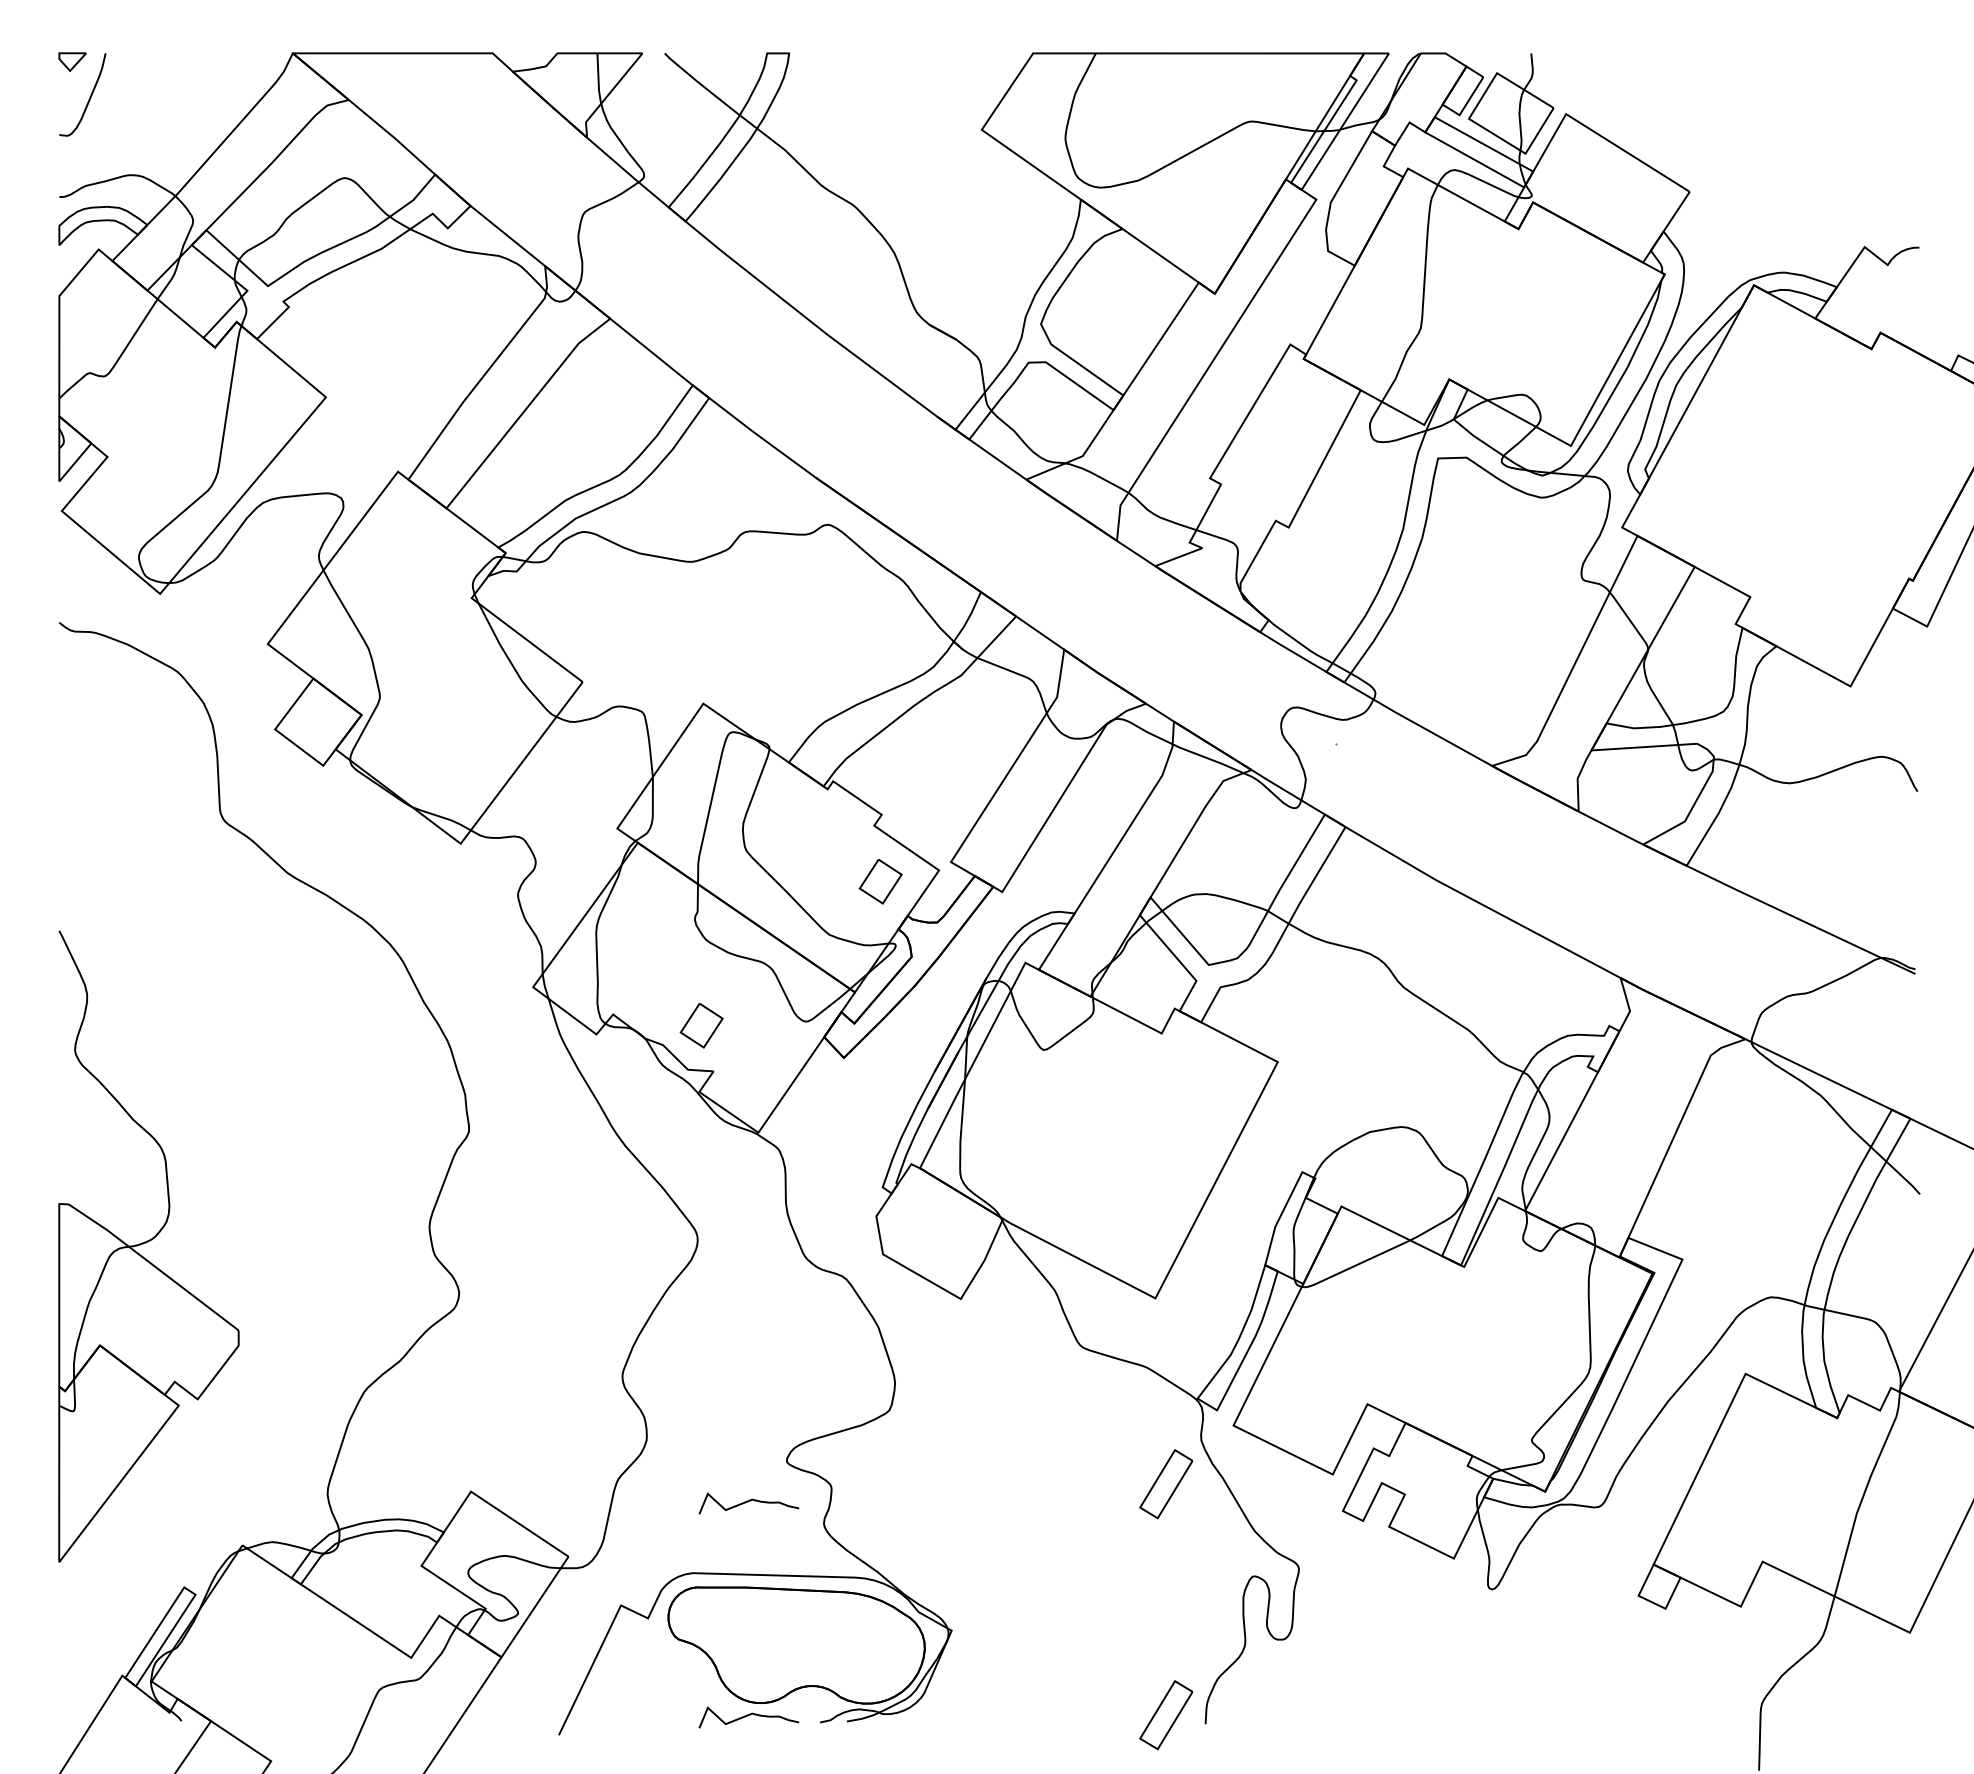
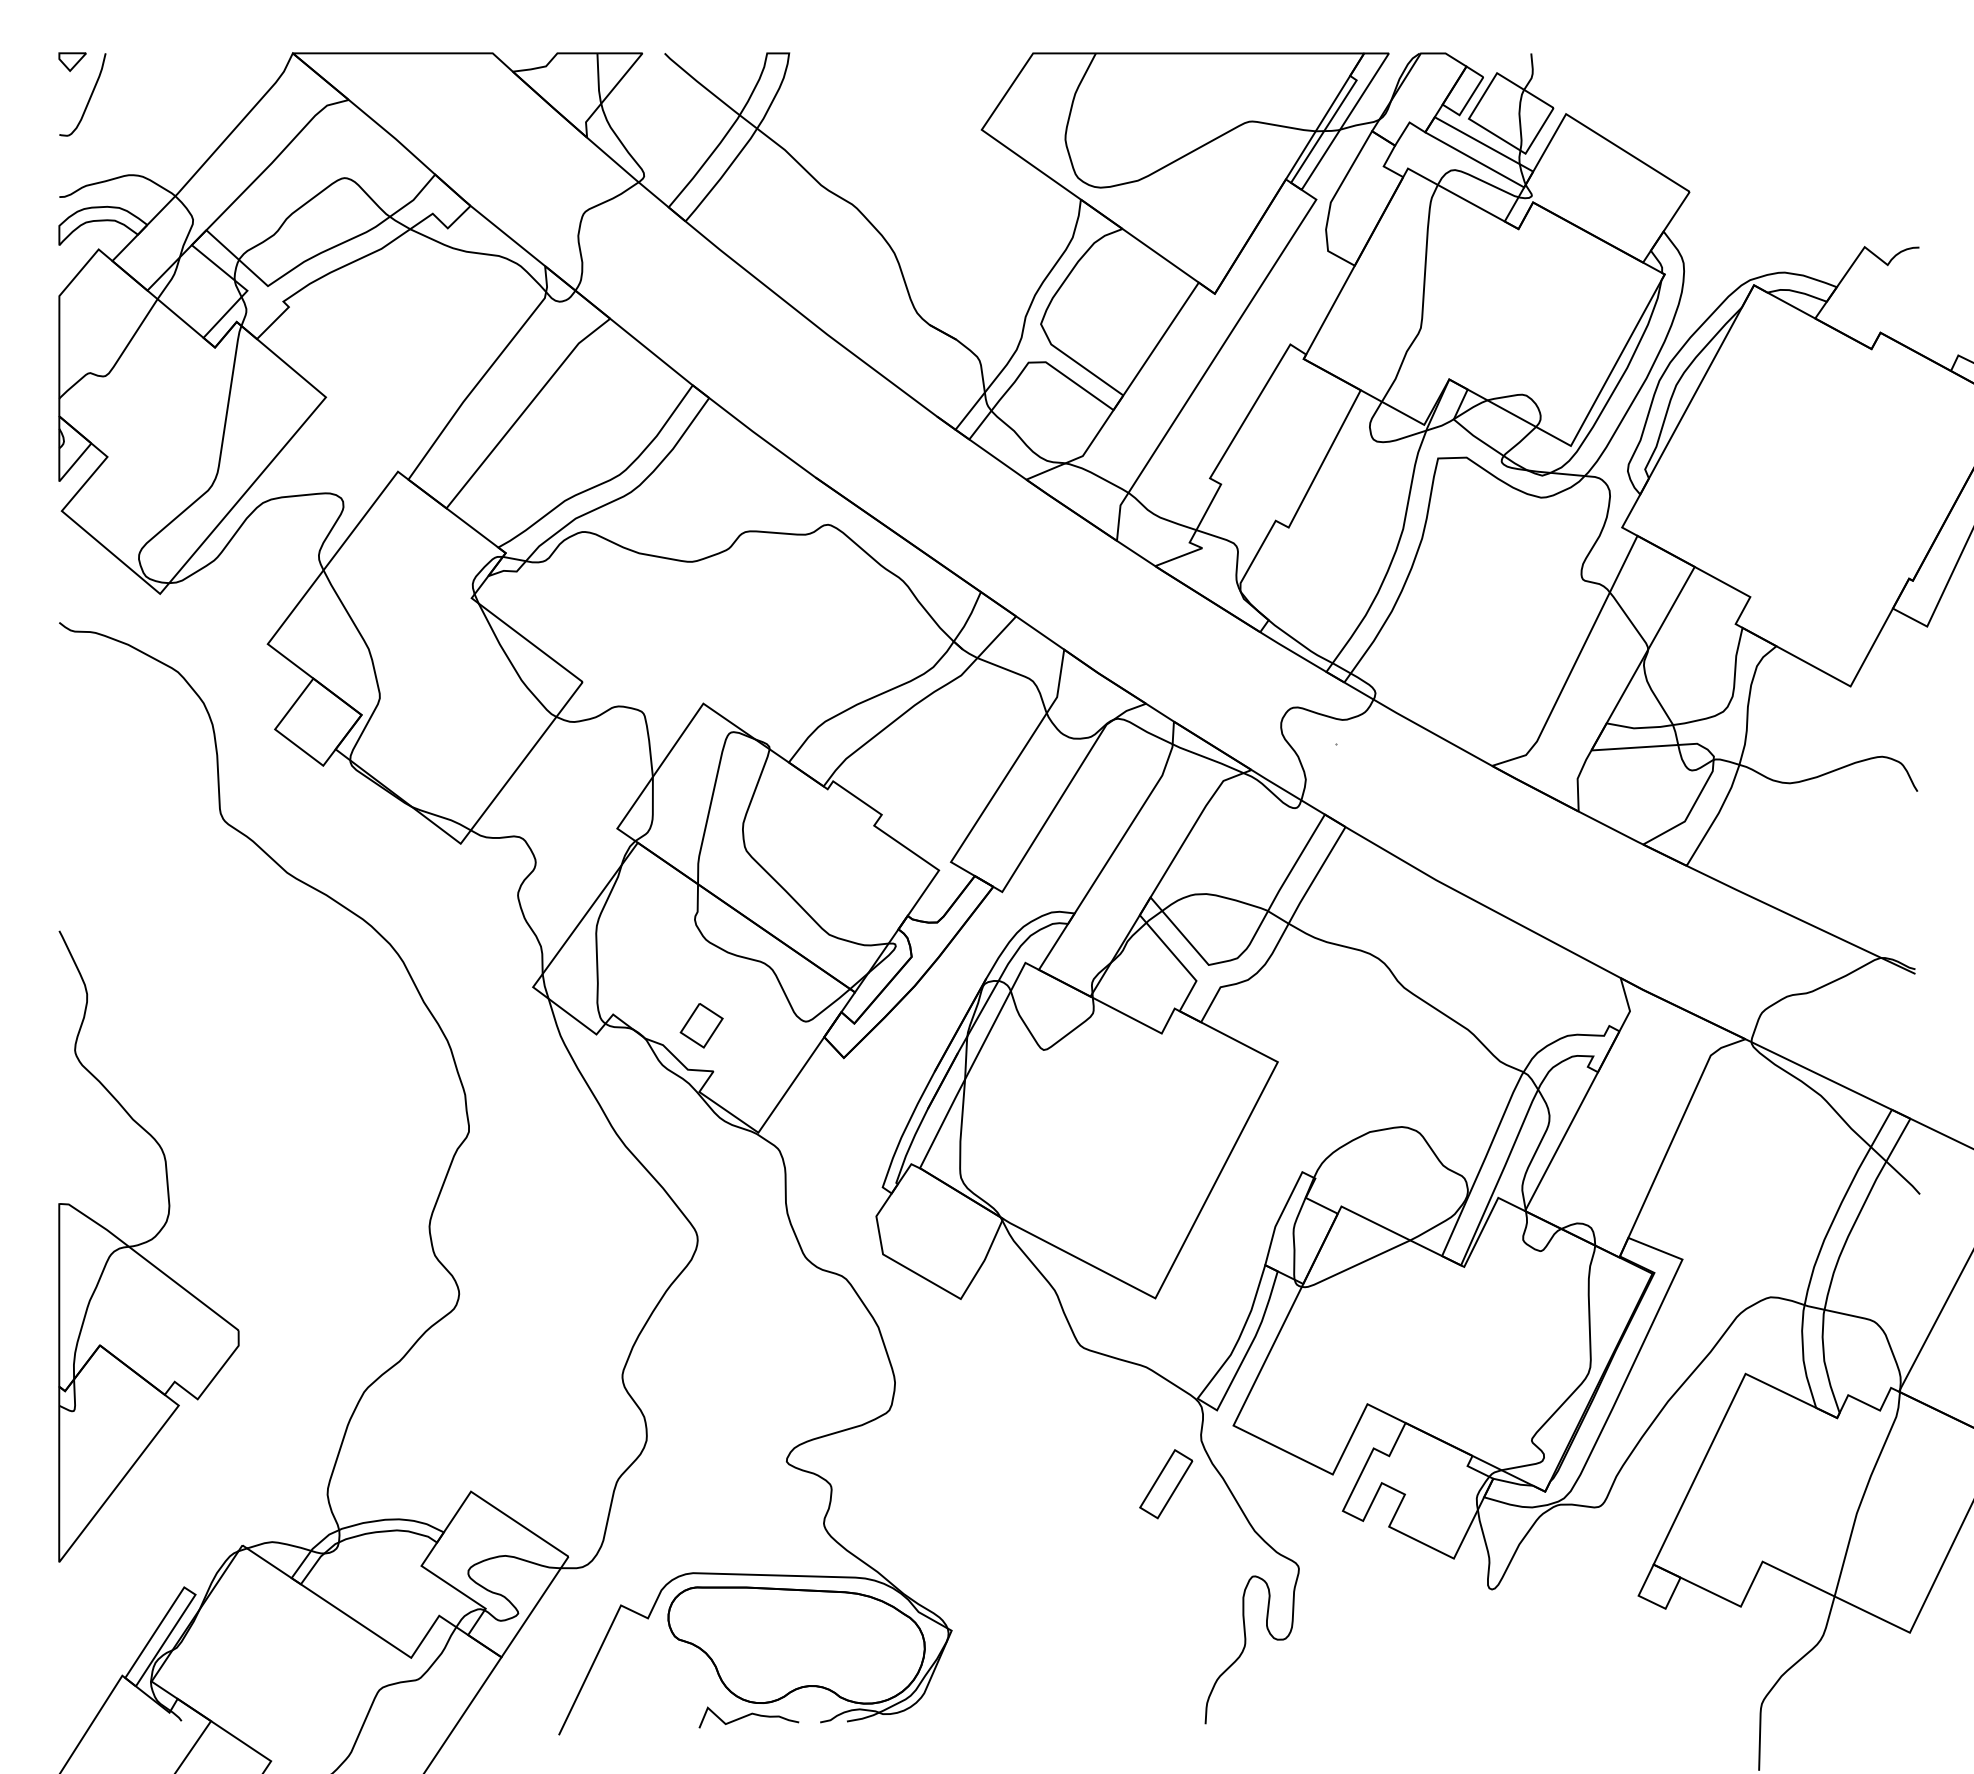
part at (880, 881): present -> none
curve at (748, 1502): present -> none
part at (1166, 1715): present -> none
